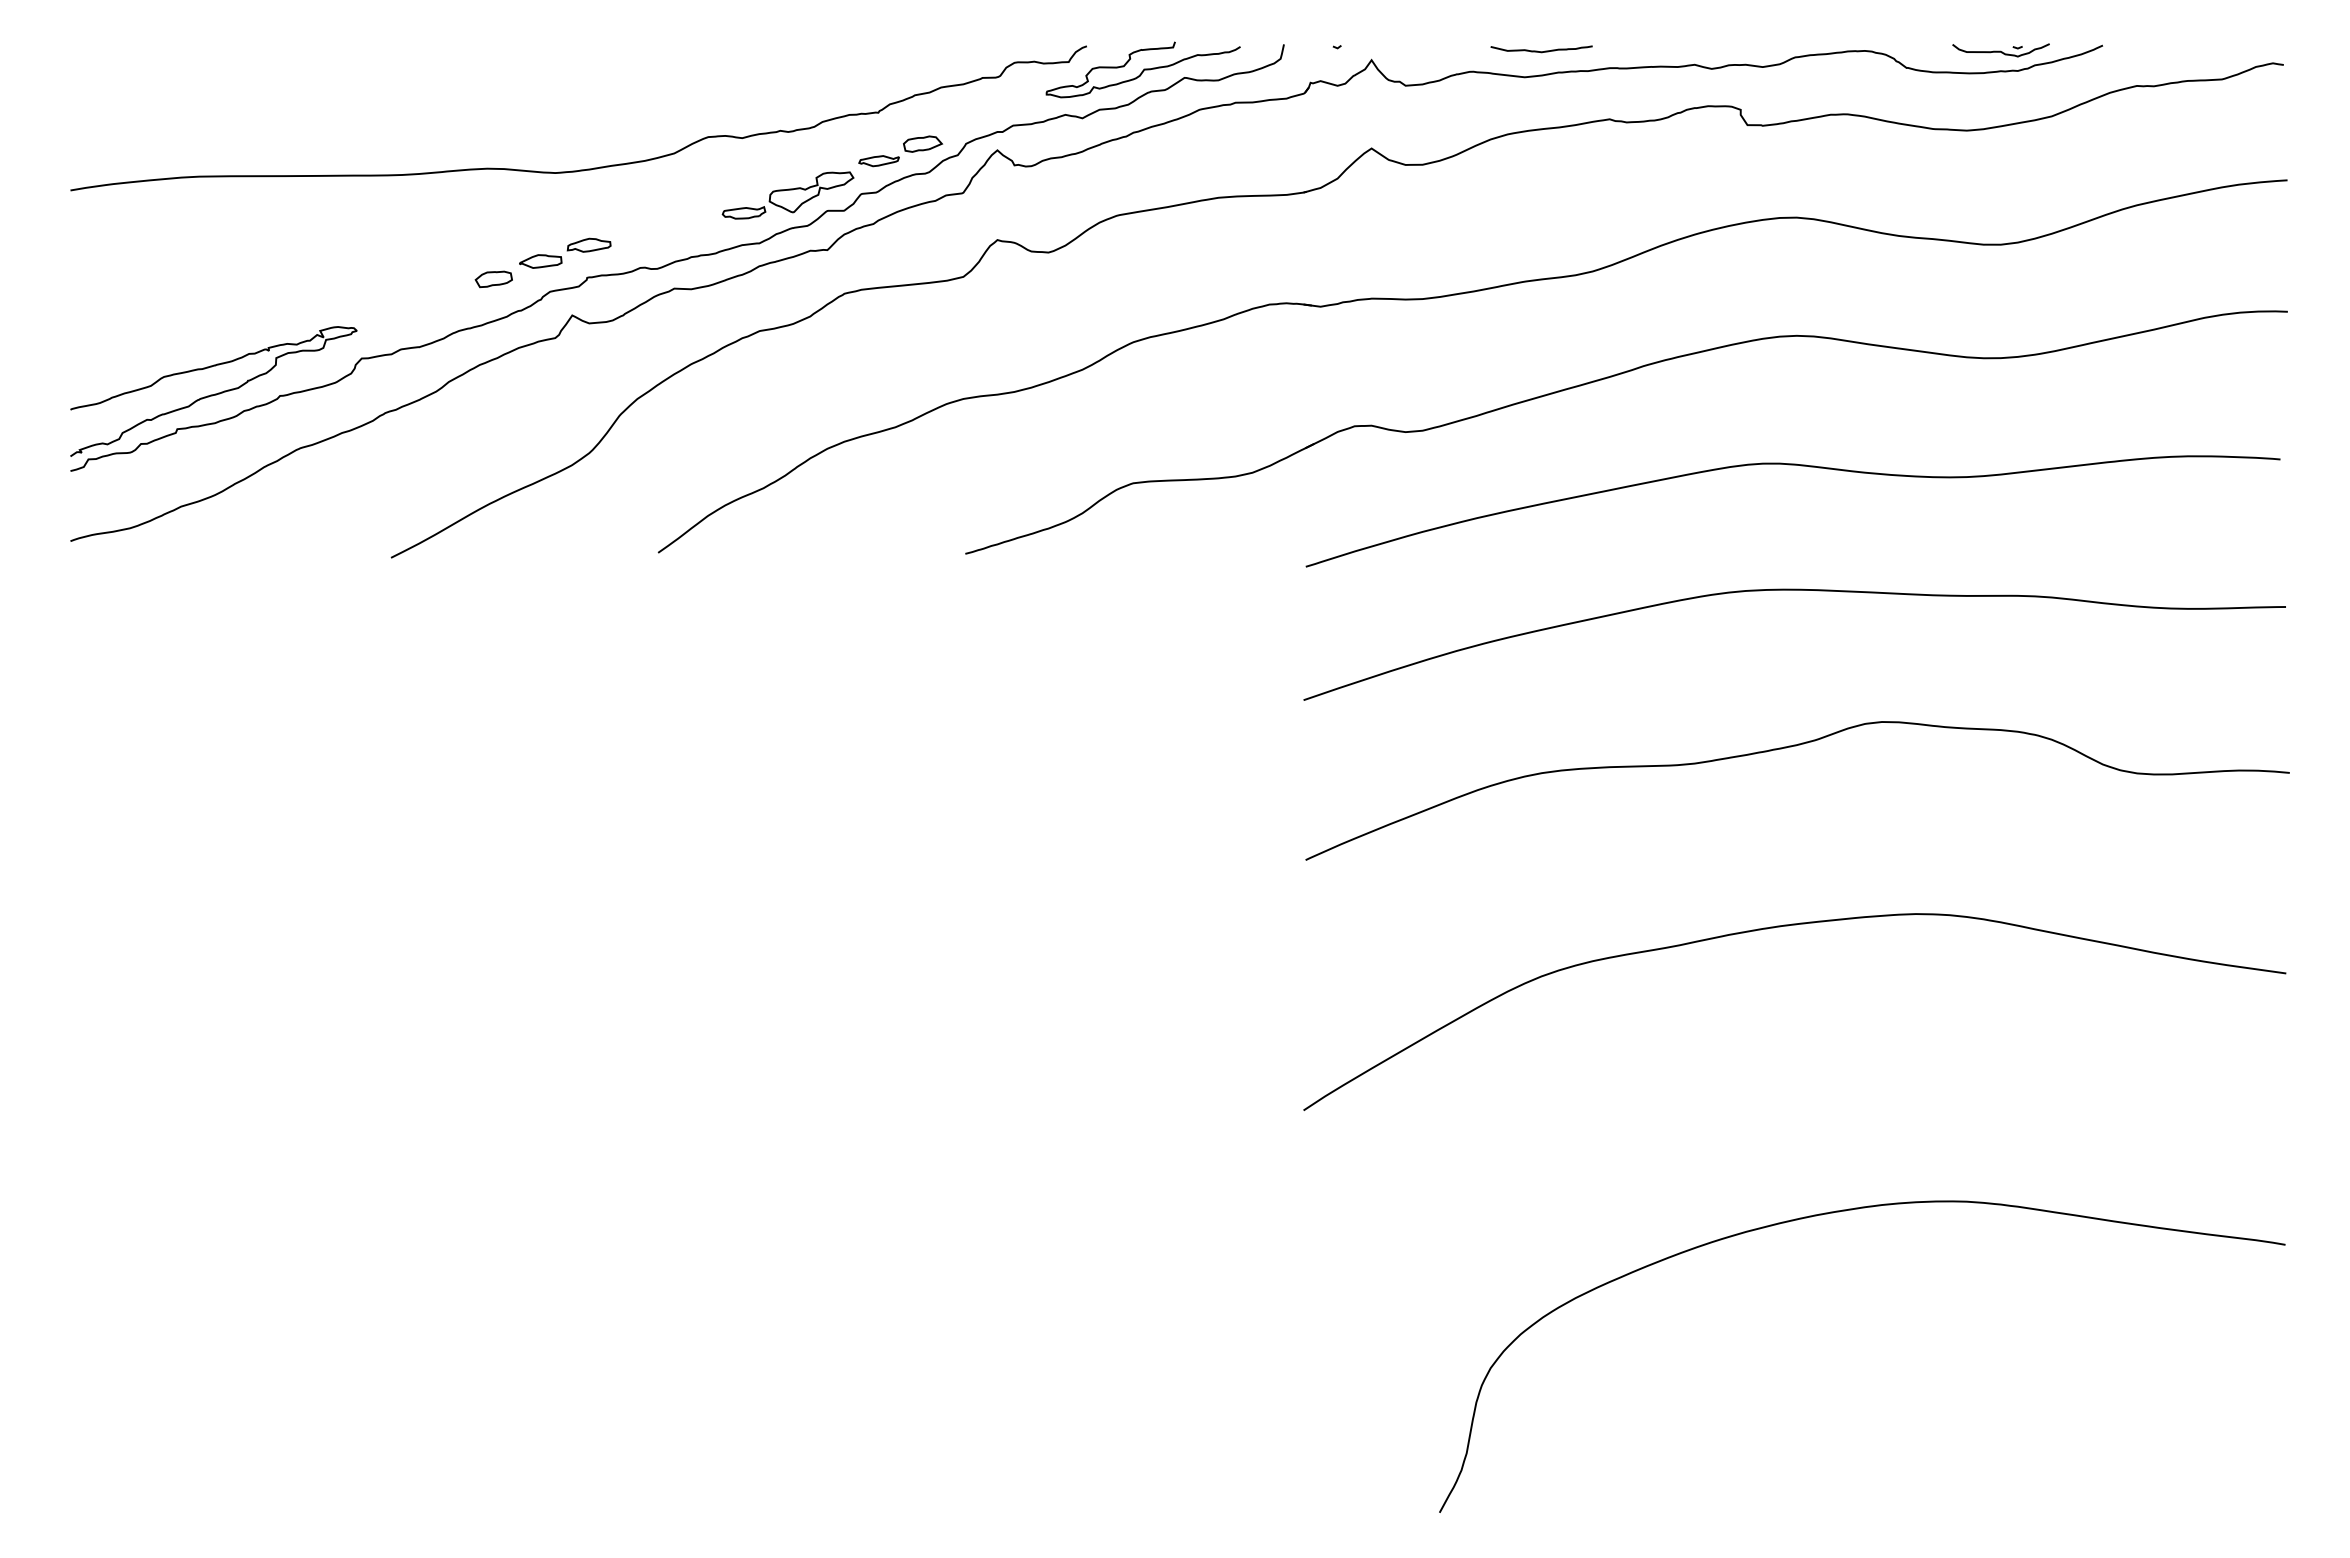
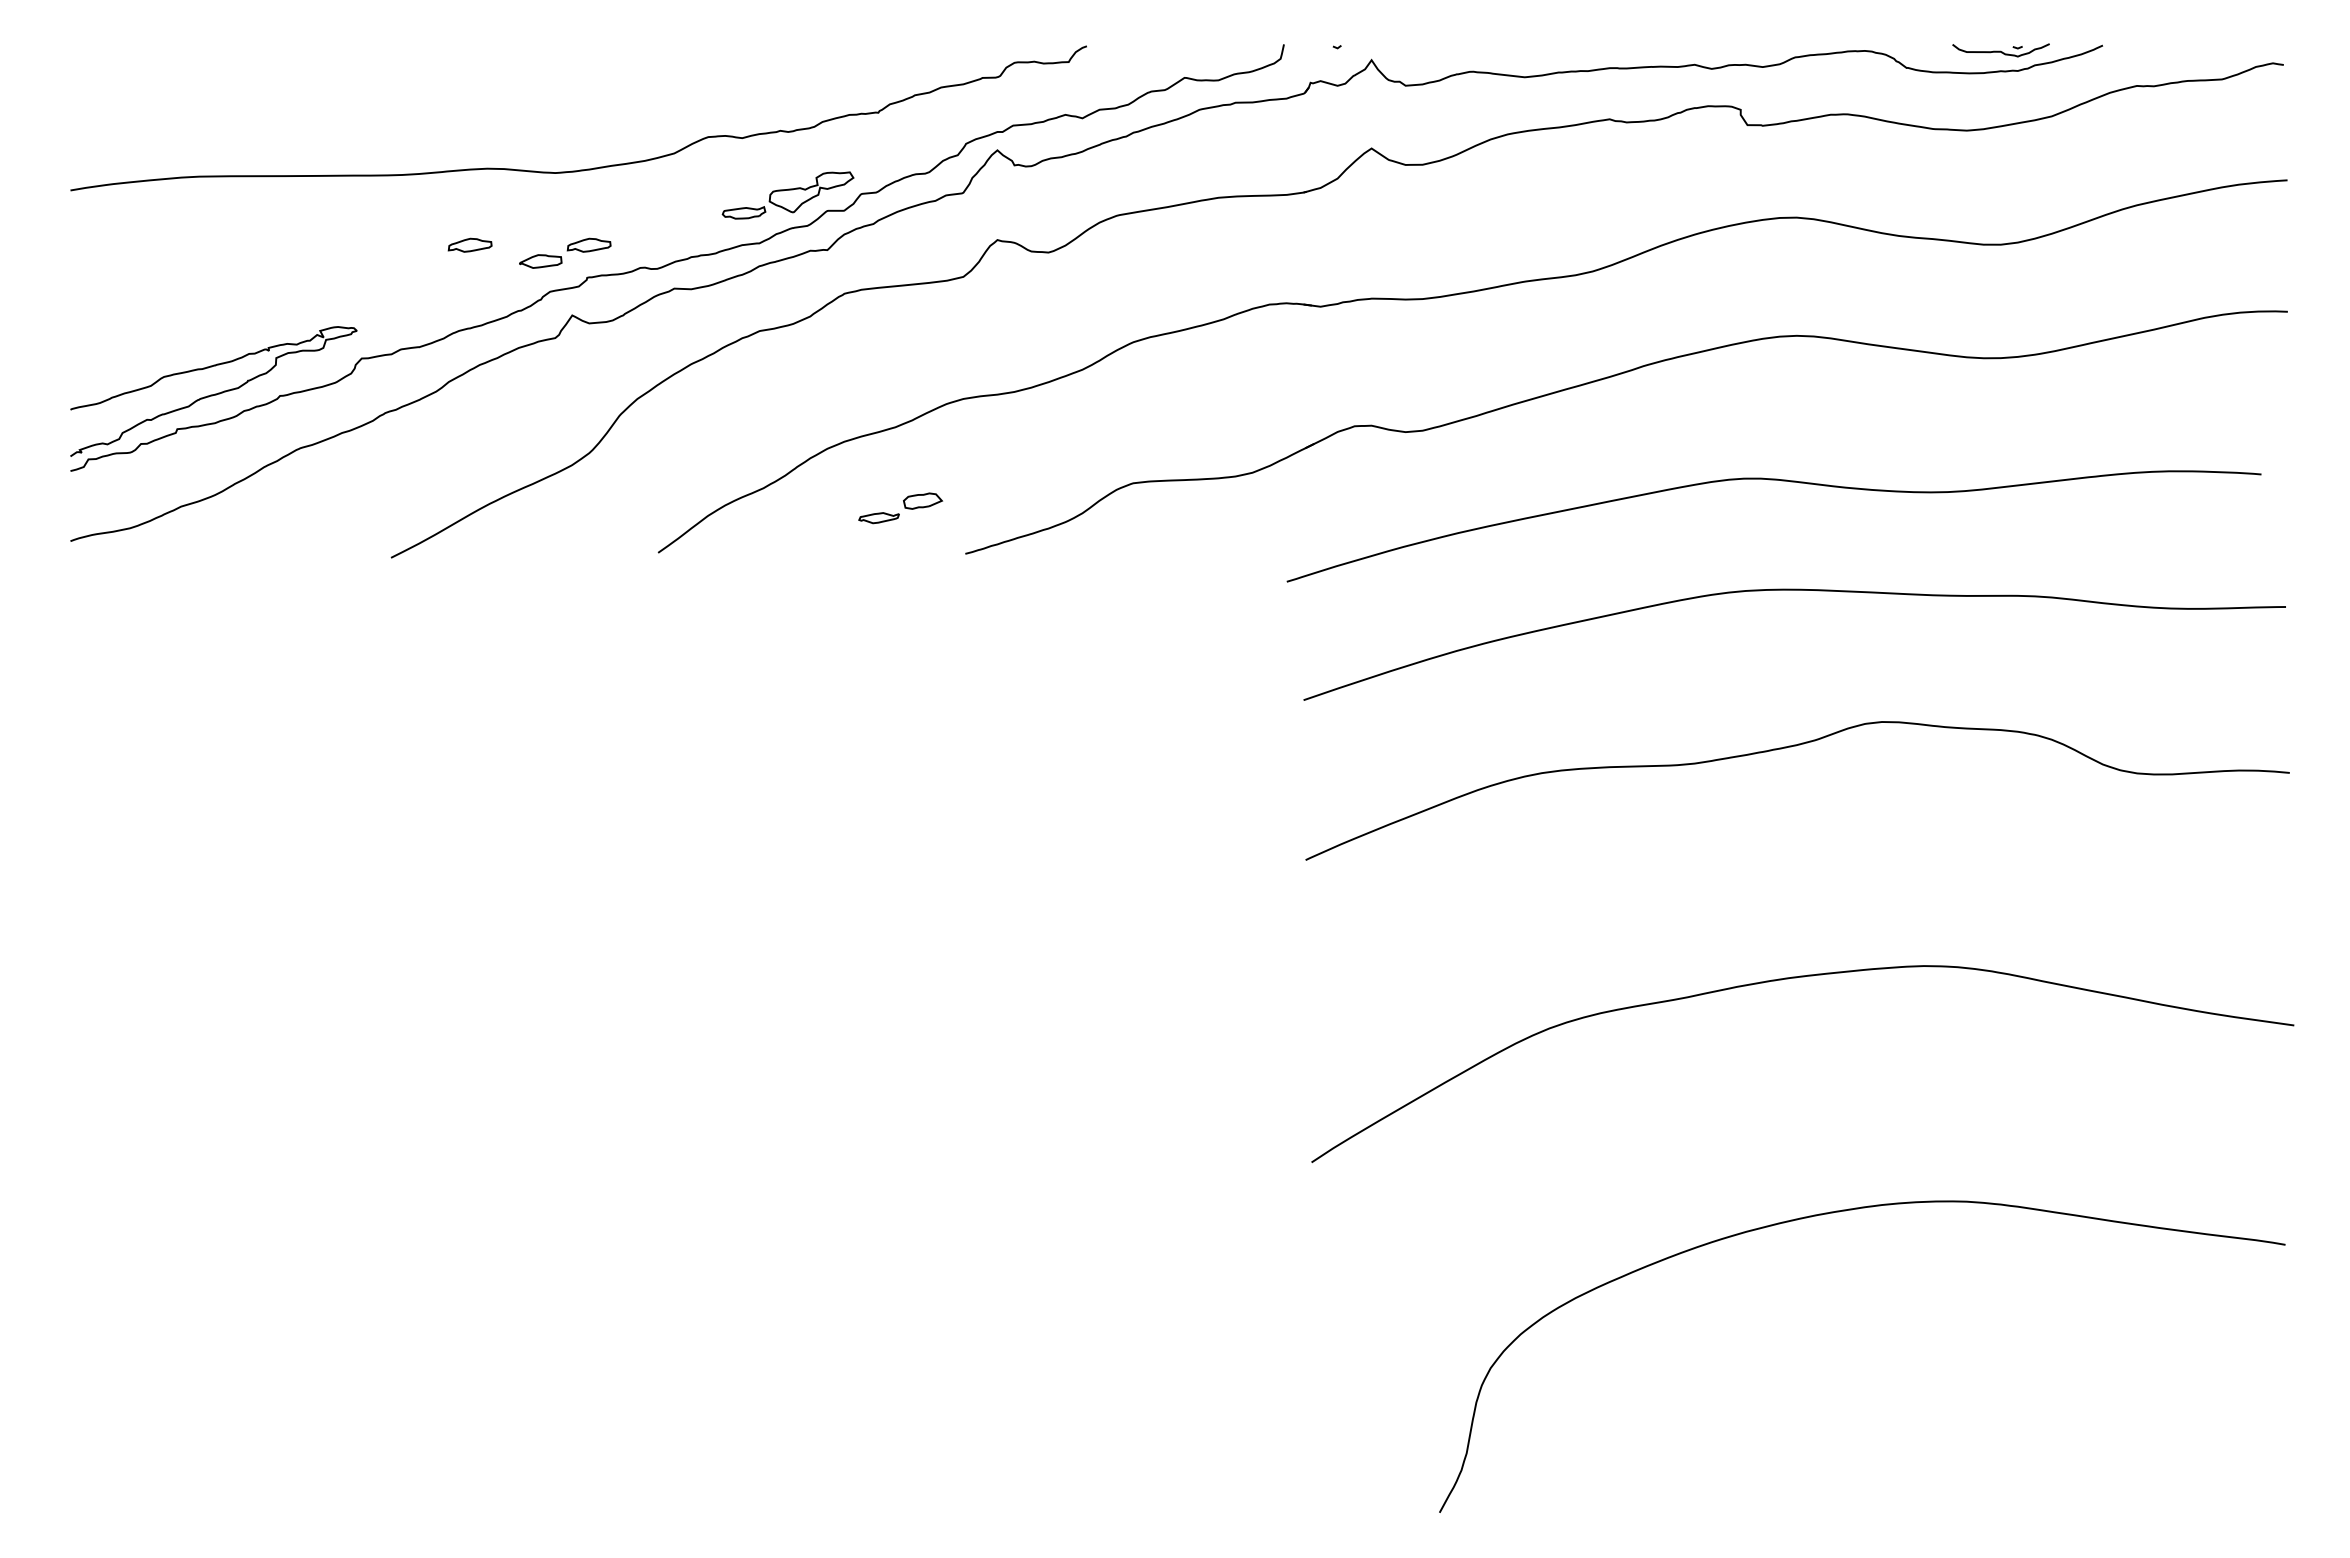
curve at (1541, 51): present -> none
curve at (1143, 69): present -> none
part at (900, 151) position: (900, 151) -> (900, 508)
part at (469, 244): none -> present
part at (493, 279): present -> none
curve at (1800, 466) position: (1800, 466) -> (1781, 481)
curve at (1780, 927) position: (1780, 927) -> (1788, 979)
